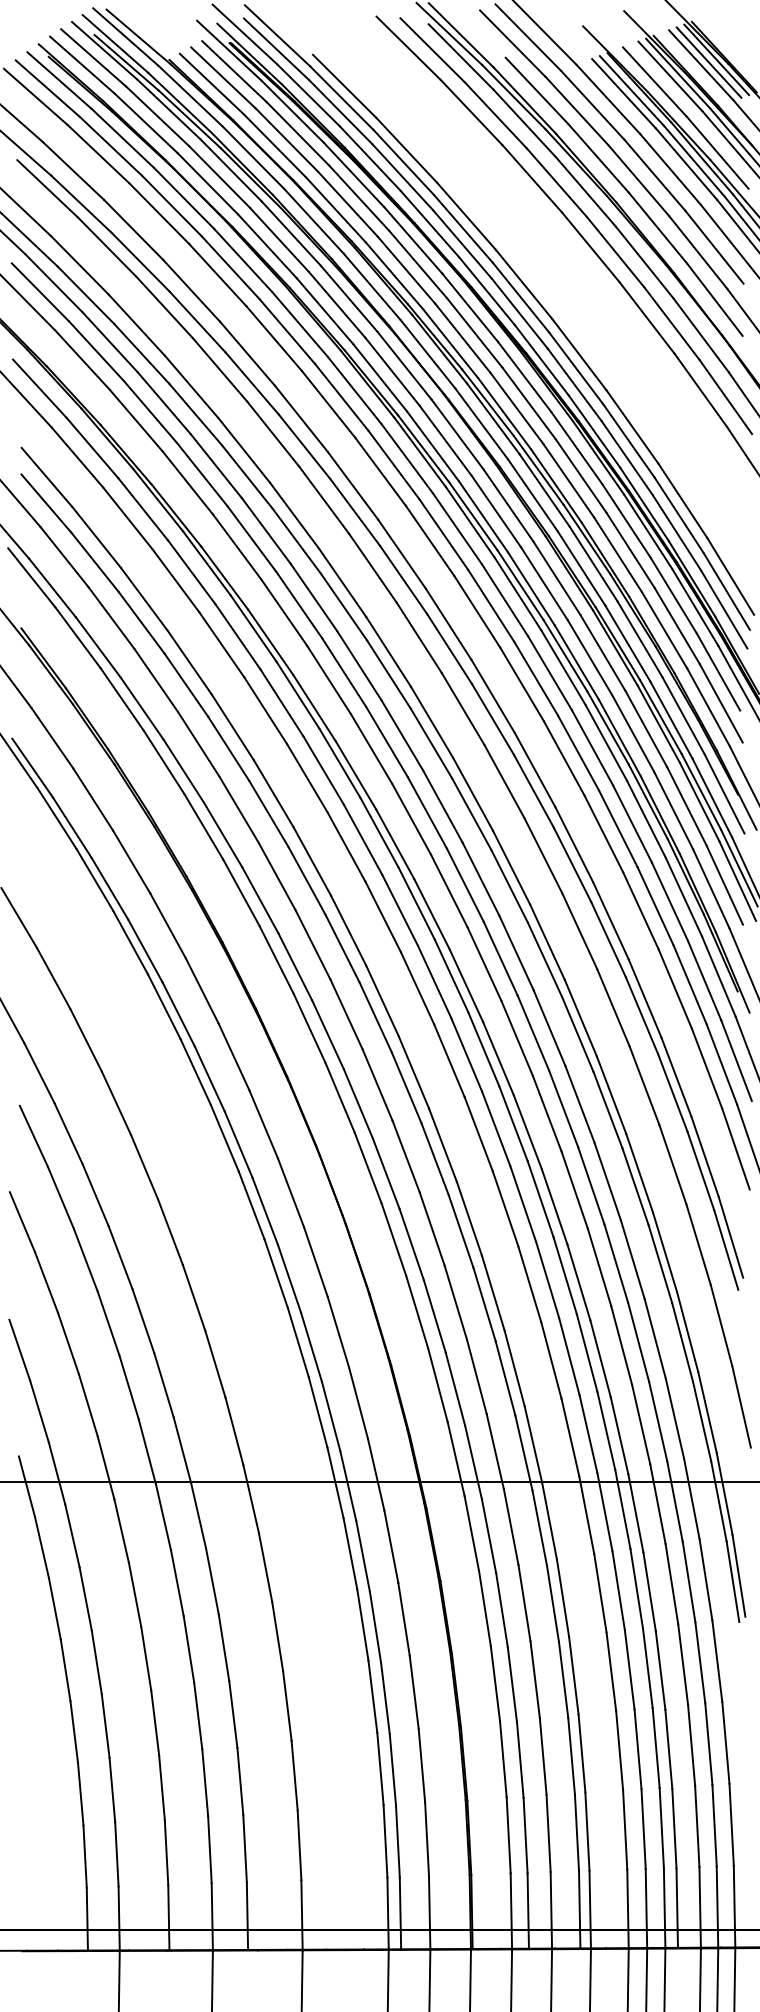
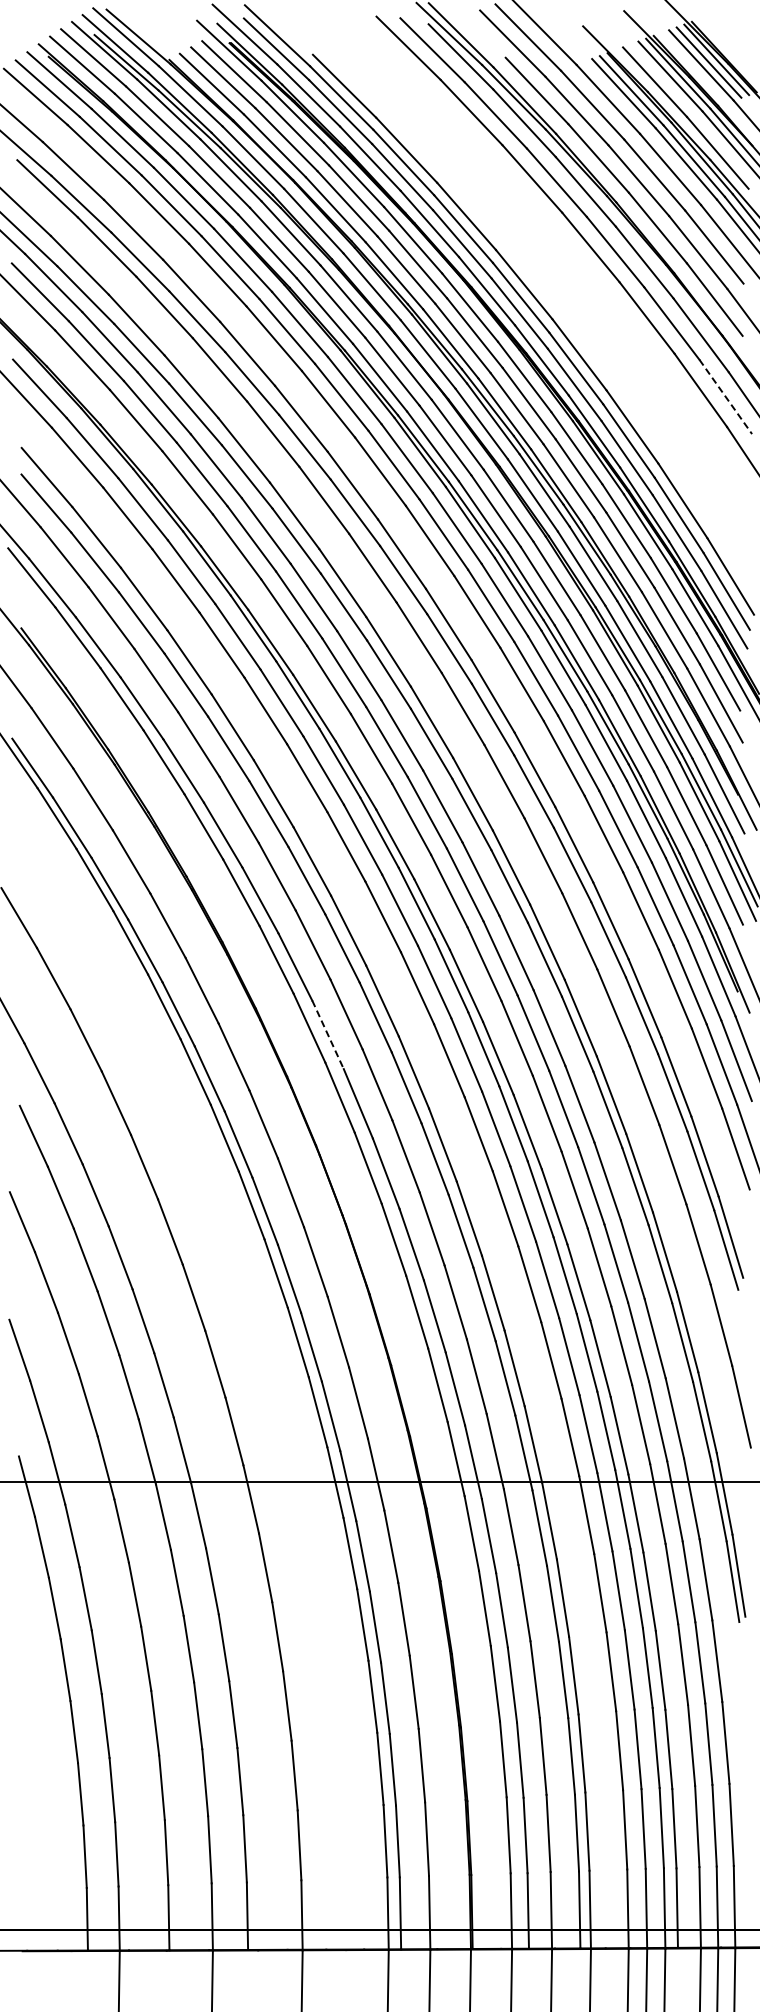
line at (725, 396): solid -> dashed
line at (328, 1034): solid -> dashed
